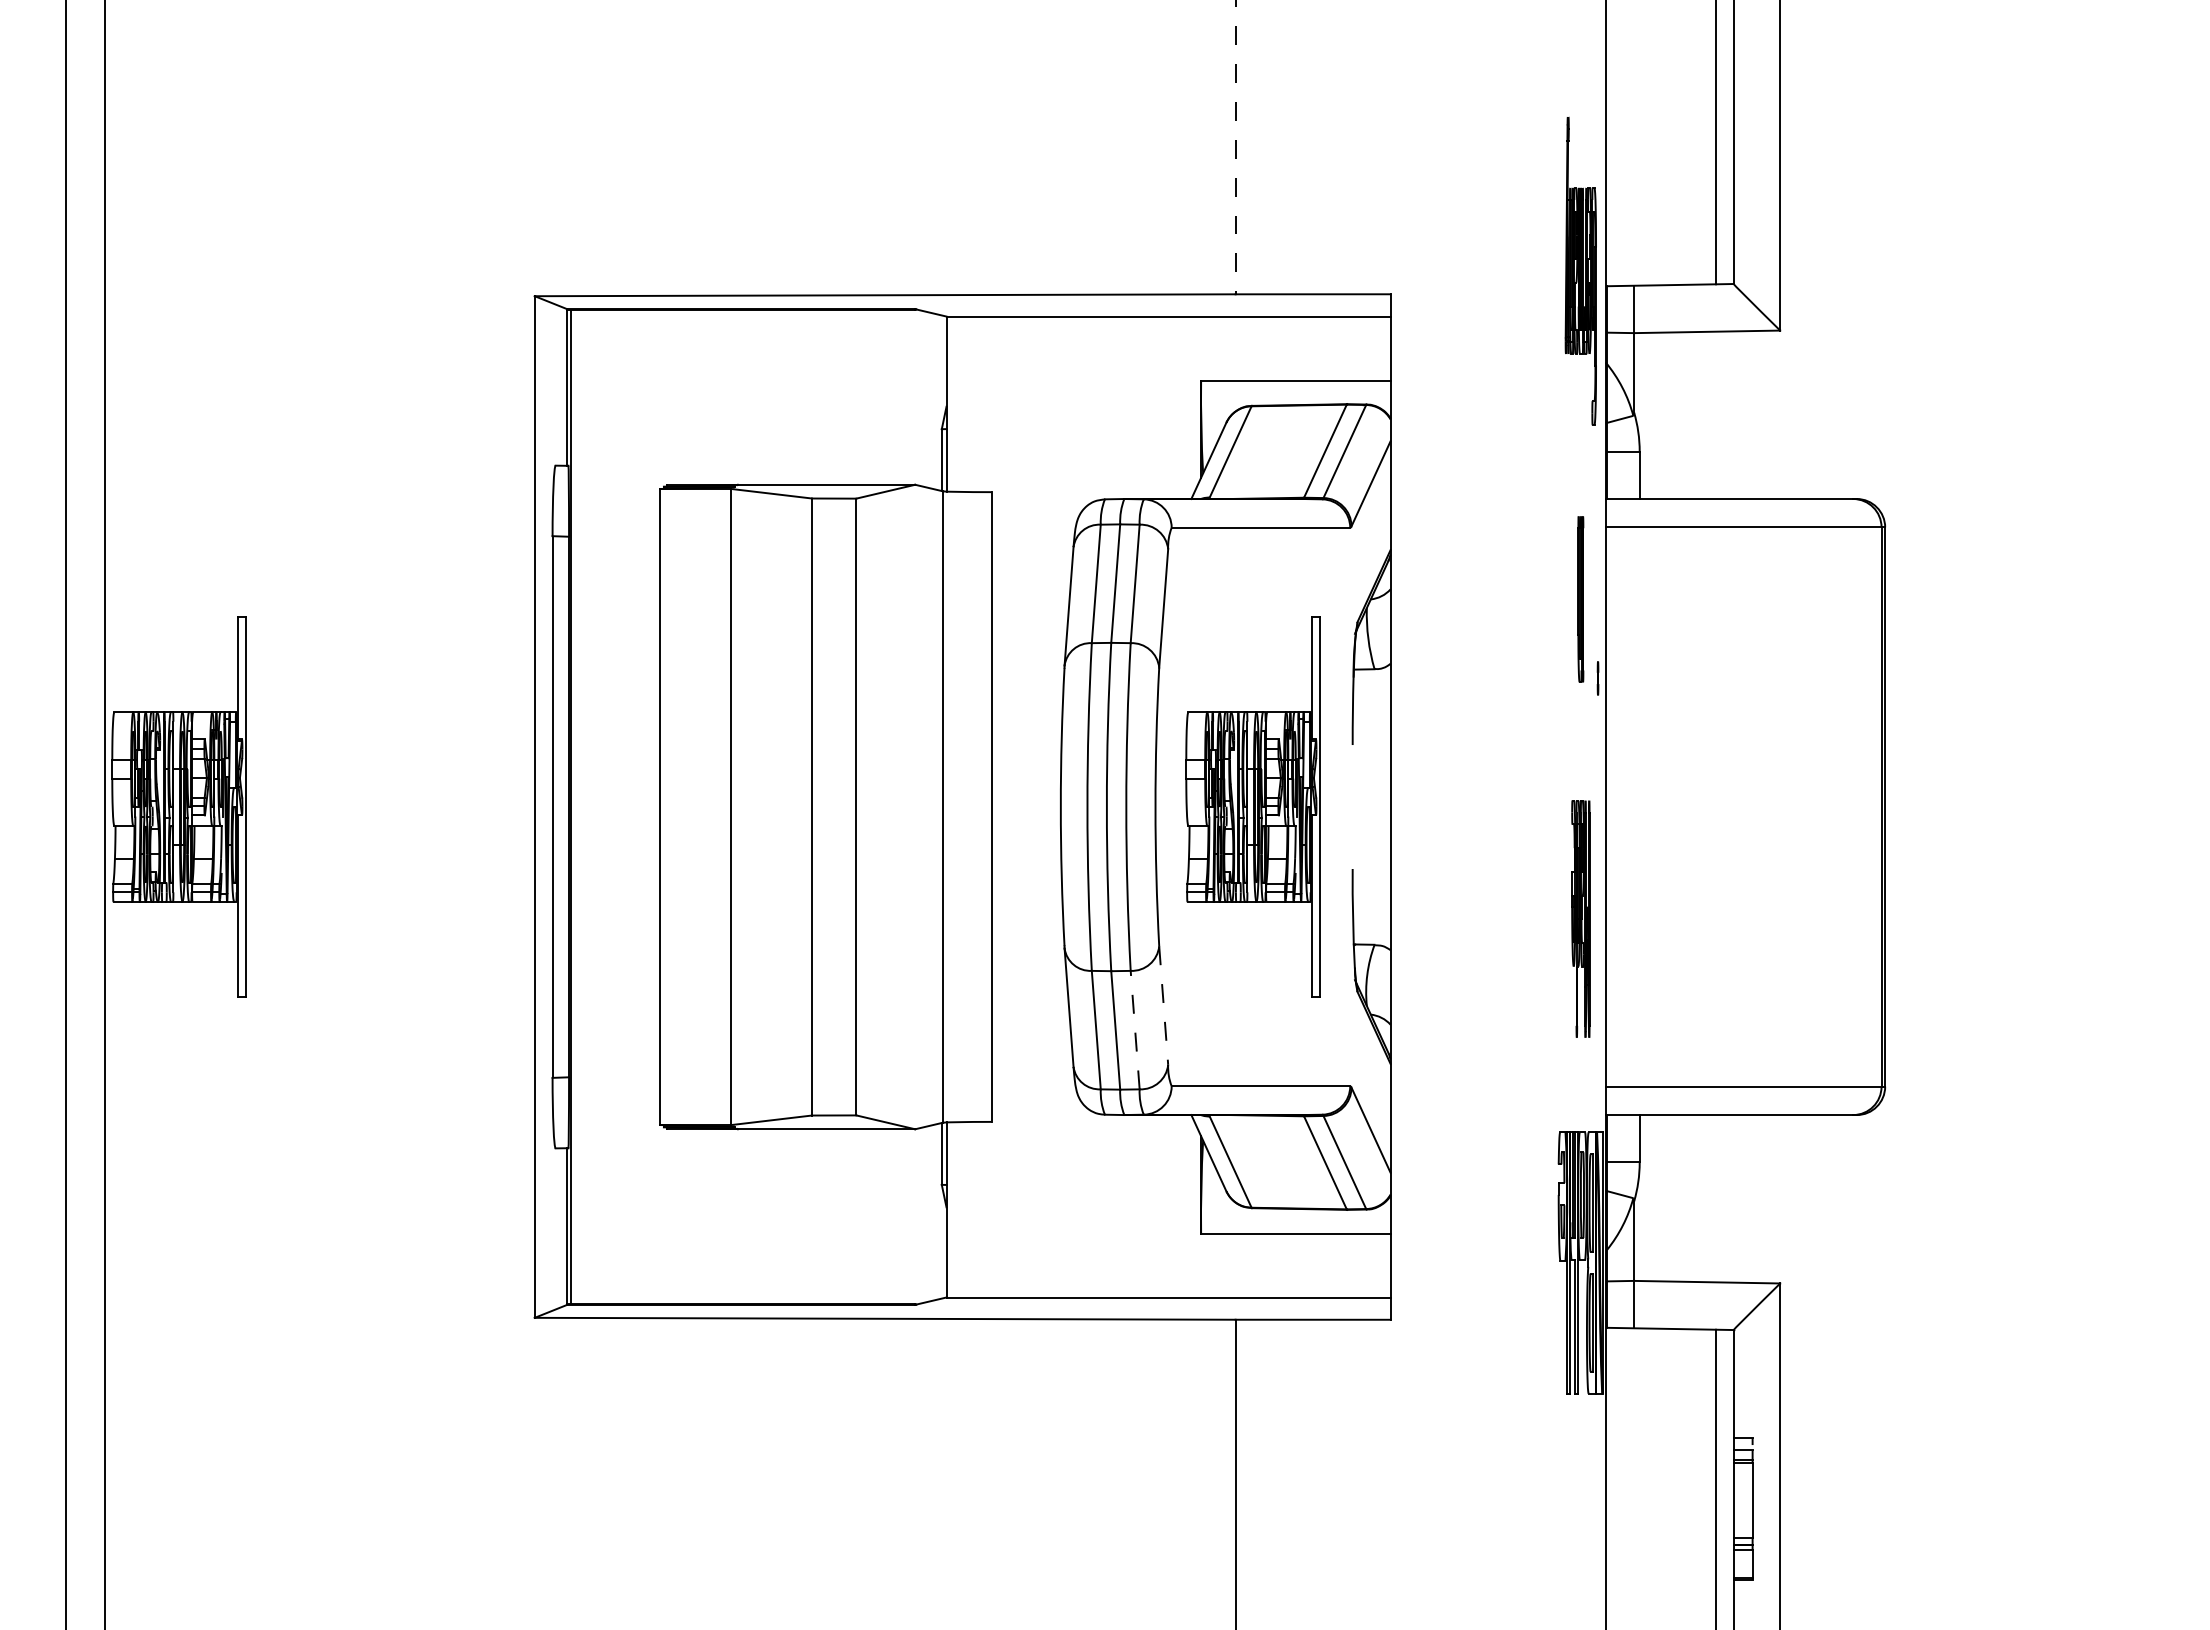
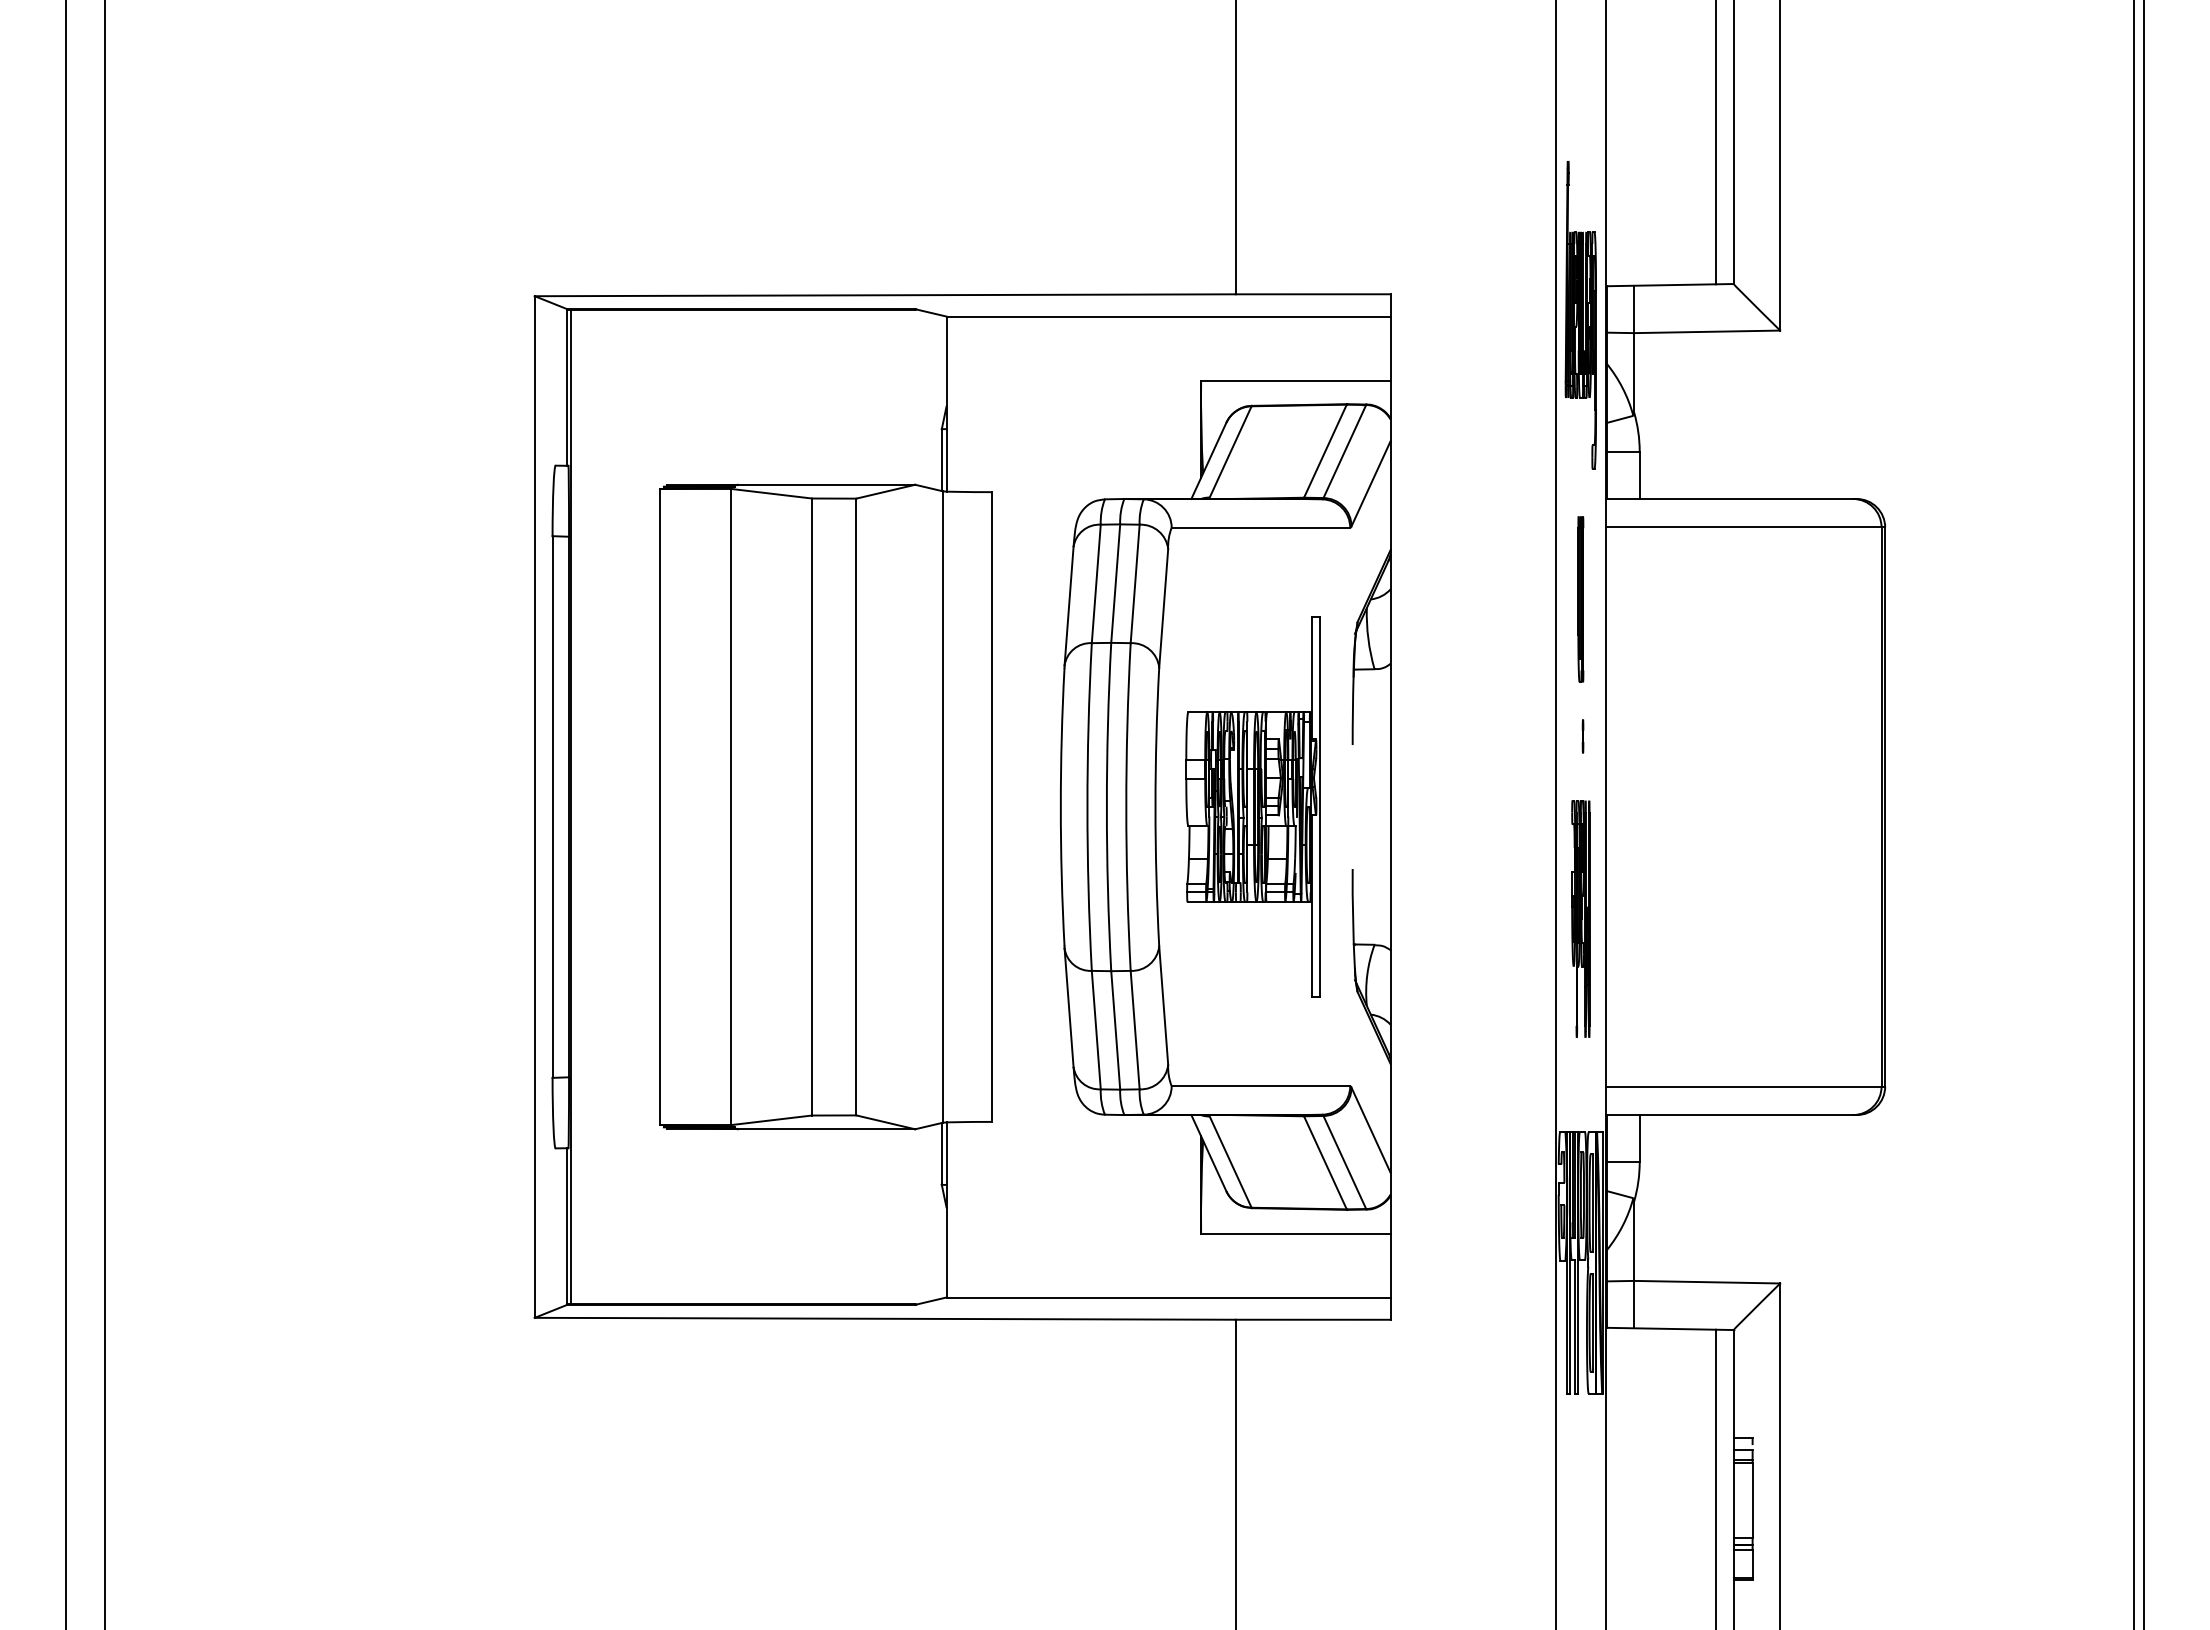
line at (1235, 147): dashed -> solid
part at (1580, 270) position: (1580, 270) -> (1580, 314)
line at (1597, 678) position: (1597, 678) -> (1582, 736)
part at (178, 806): present -> none
line at (1556, 814): none -> present
line at (2134, 814): none -> present
line at (2143, 814): none -> present
line at (1163, 1006): dashed -> solid
line at (1135, 1029): dashed -> solid
